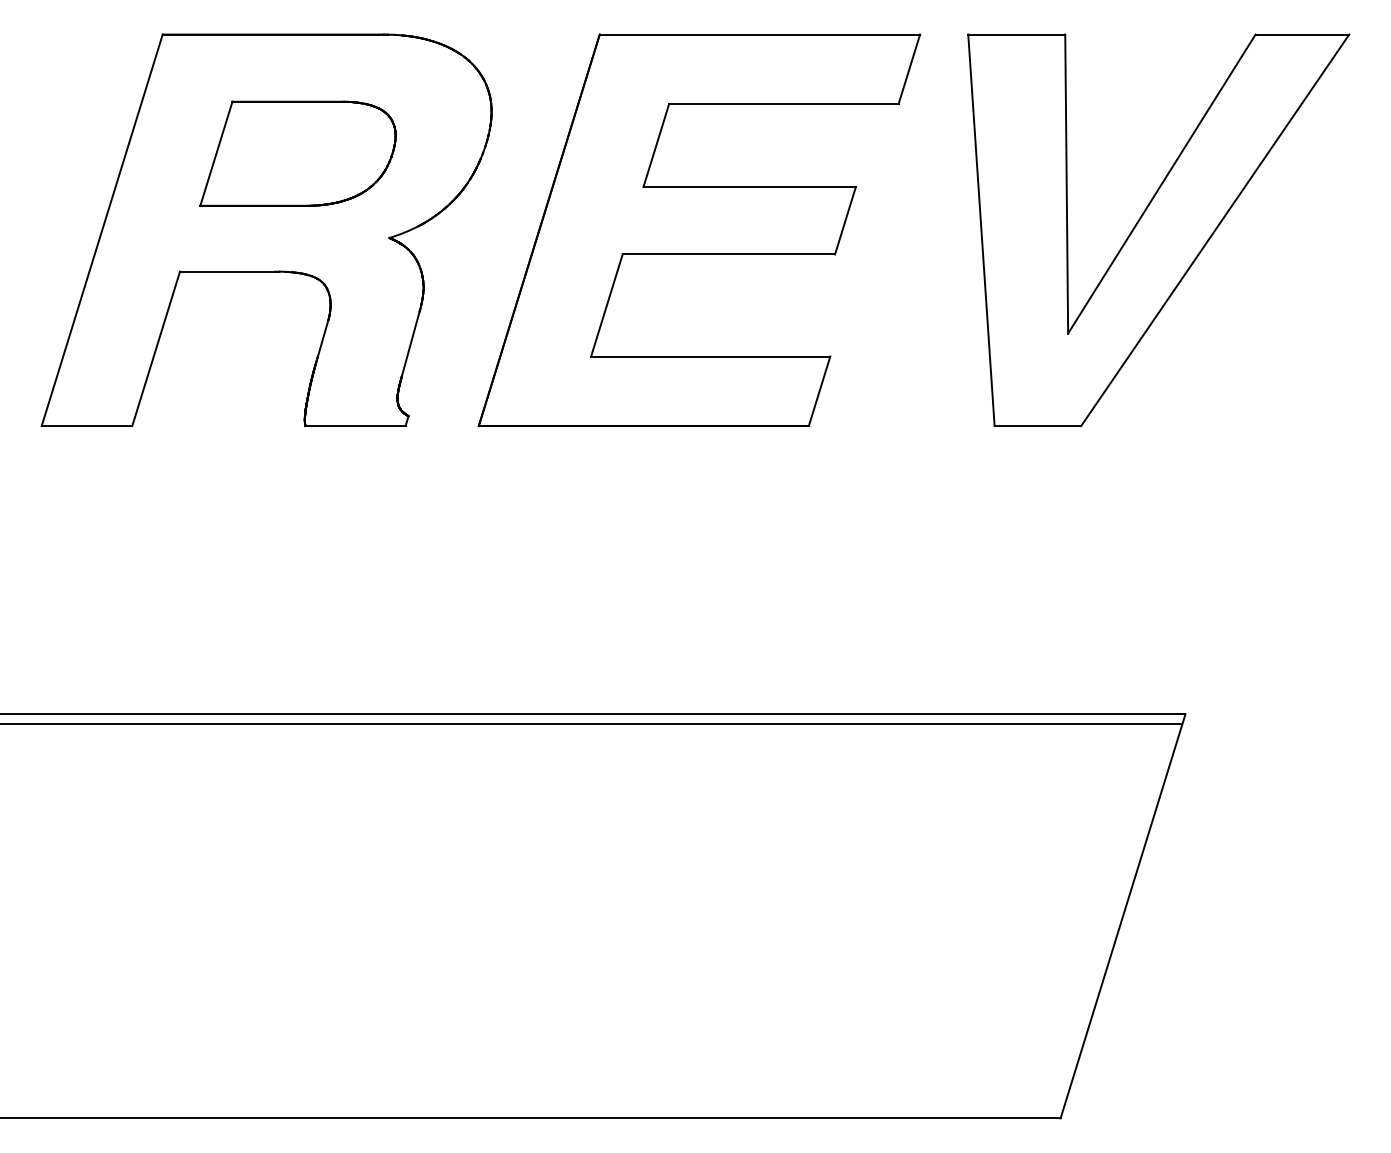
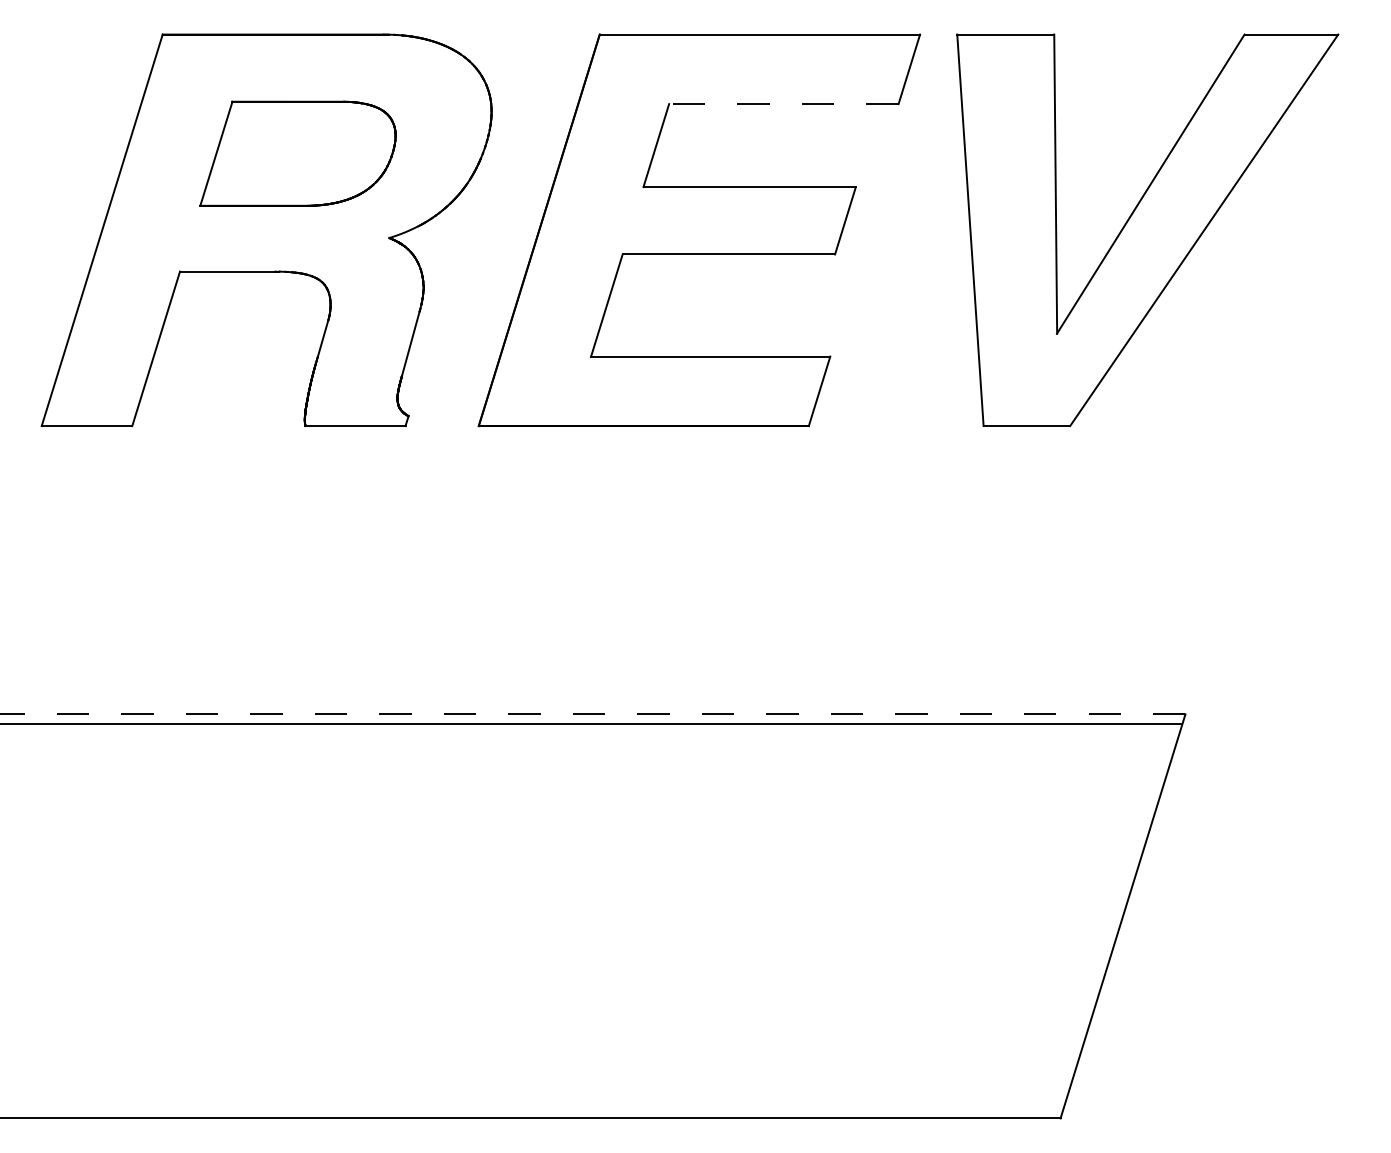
line at (783, 104): solid -> dashed
part at (1158, 230) position: (1158, 230) -> (1147, 230)
line at (592, 714): solid -> dashed
